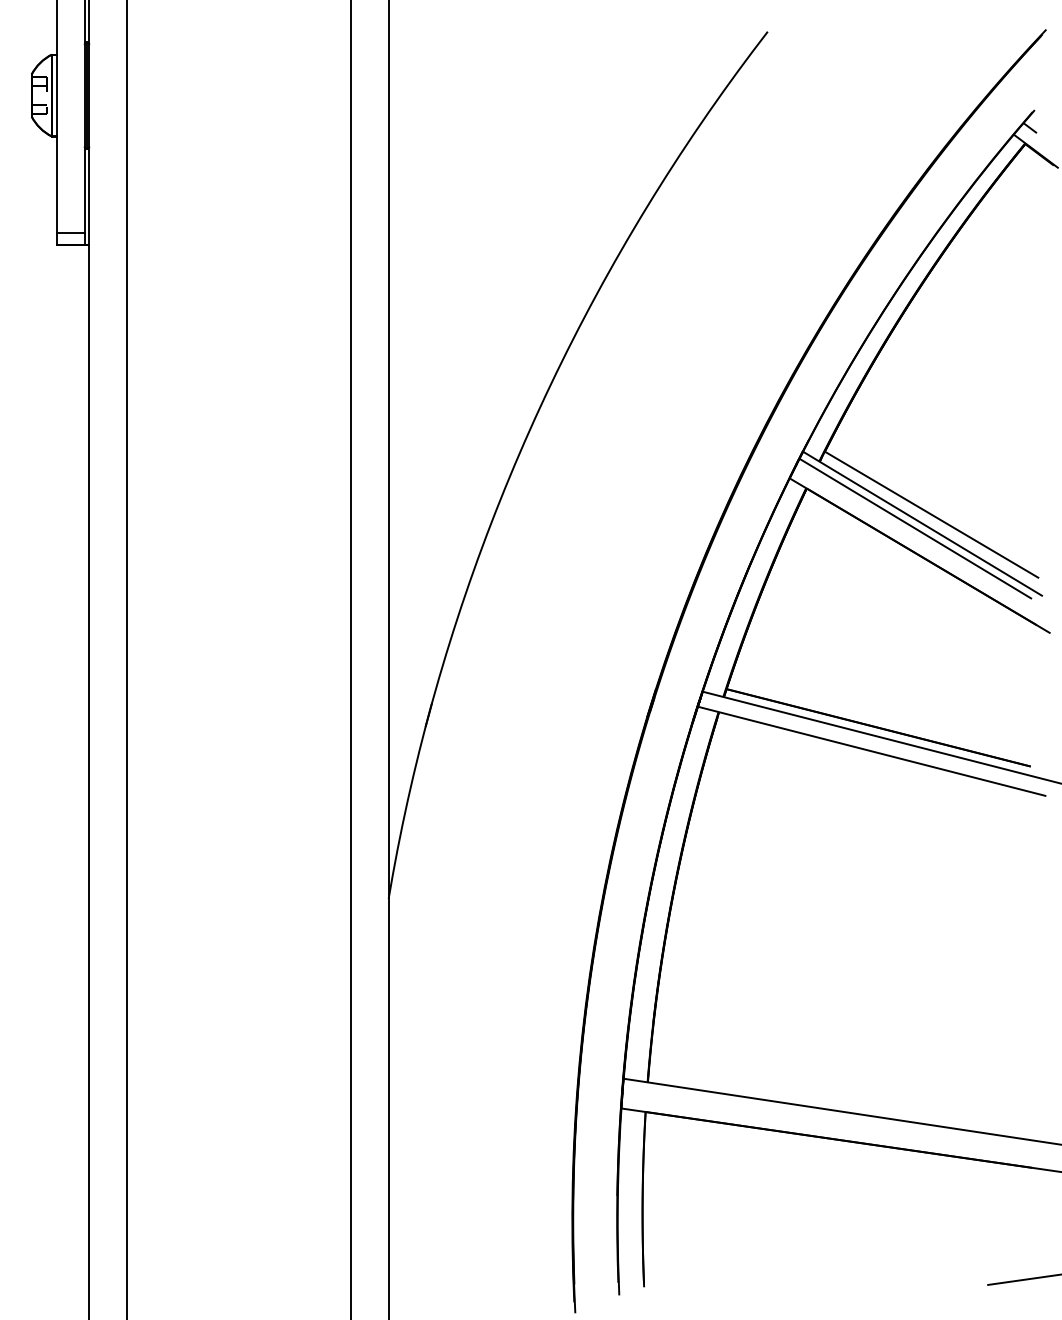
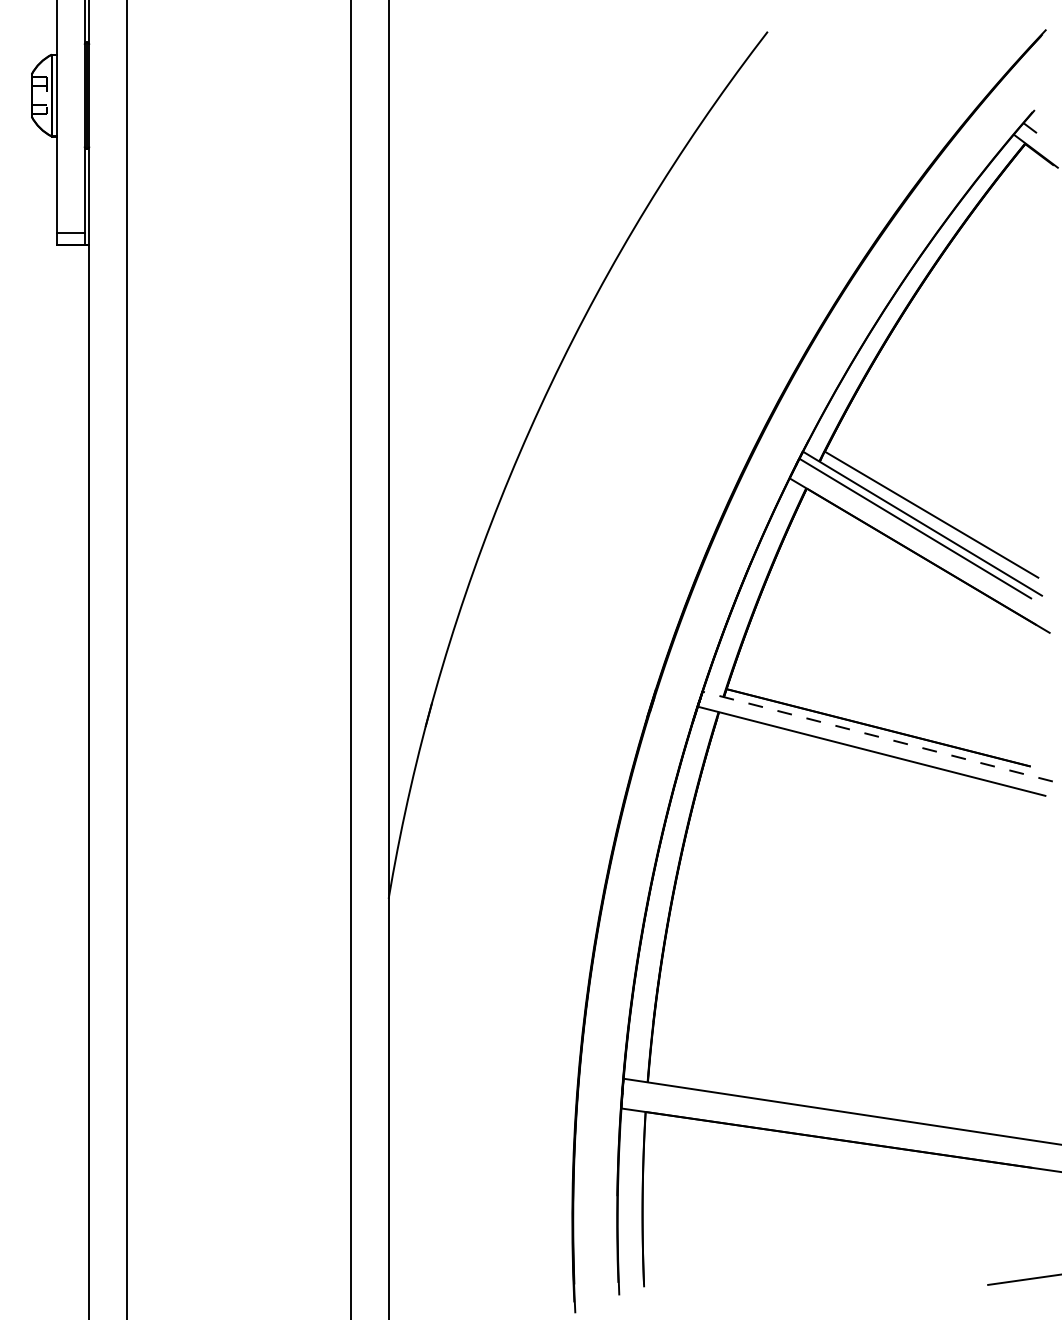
line at (881, 737): solid -> dashed
